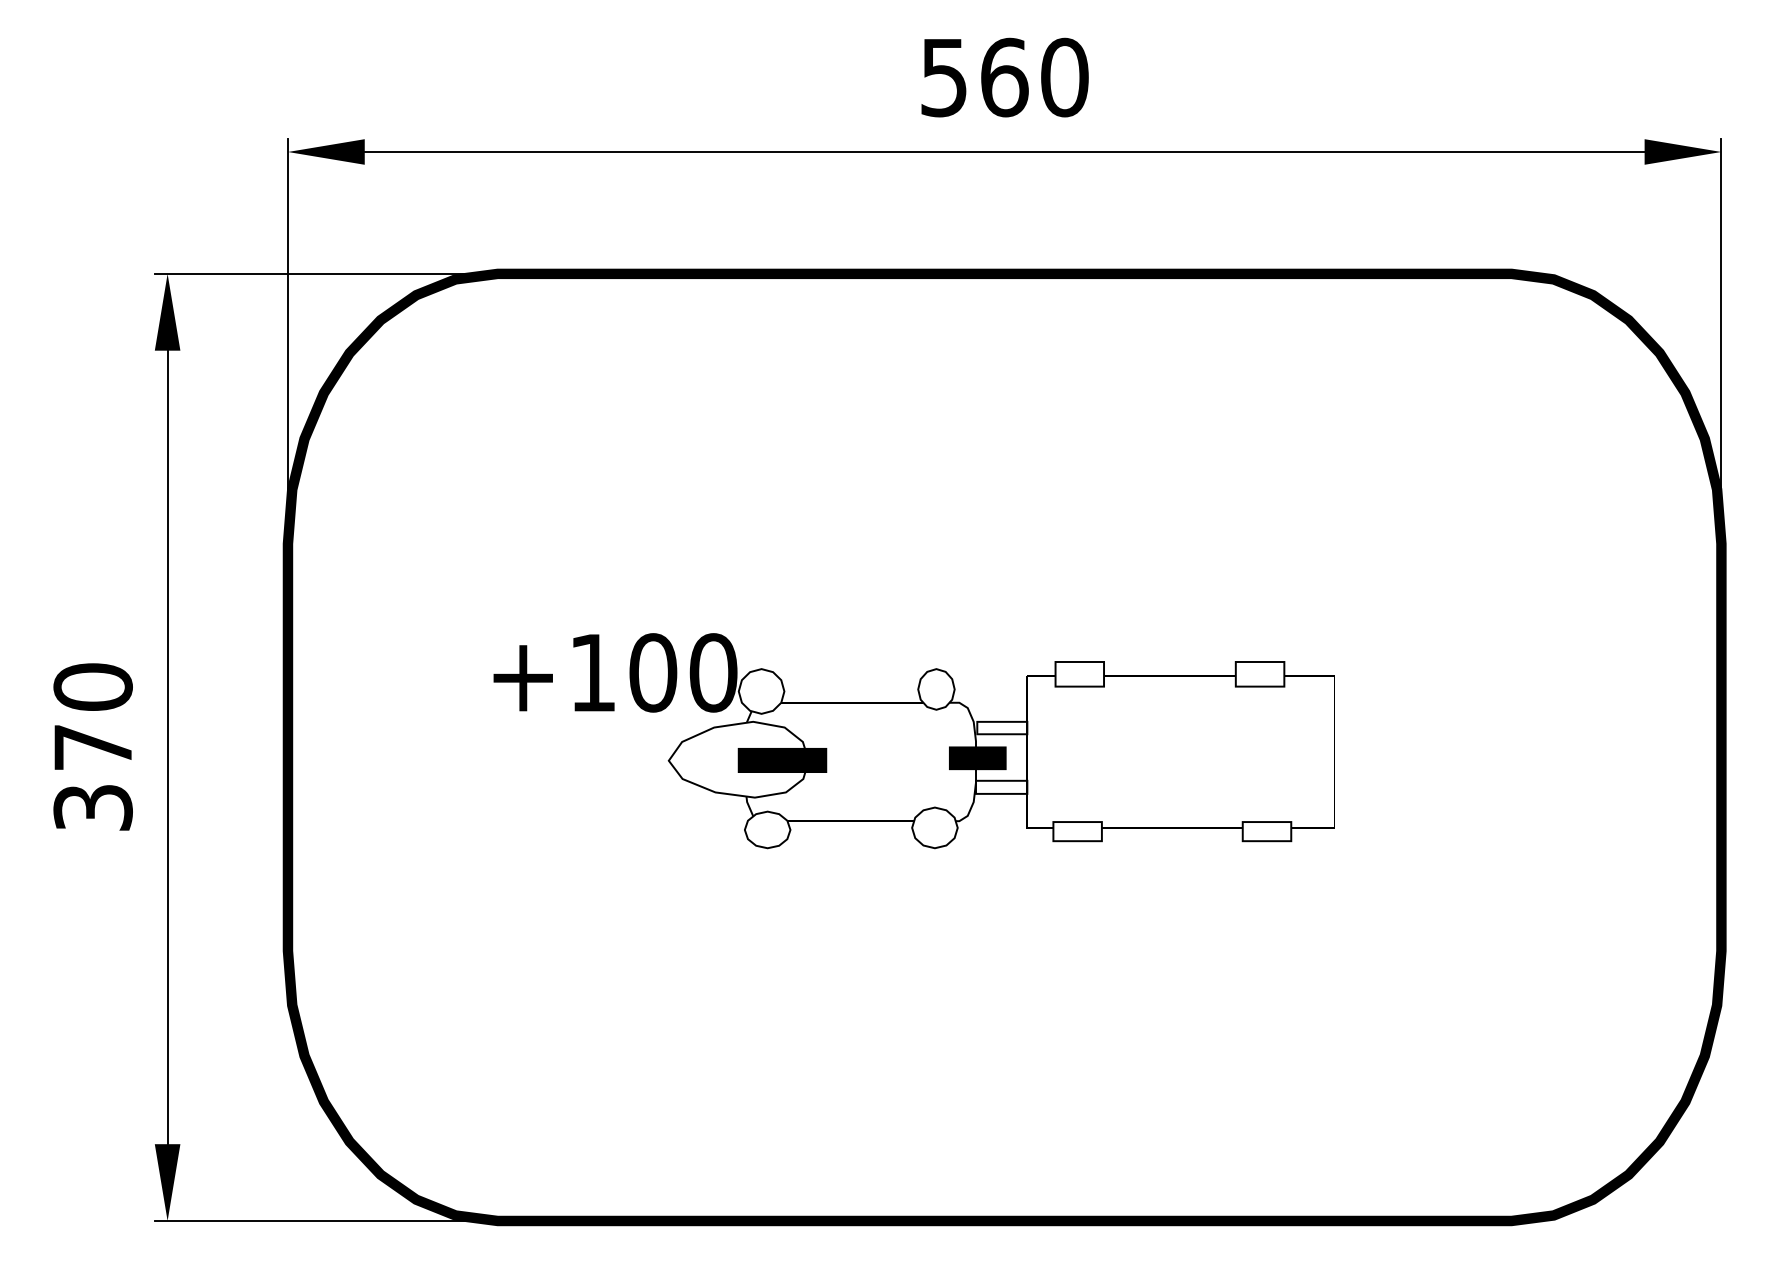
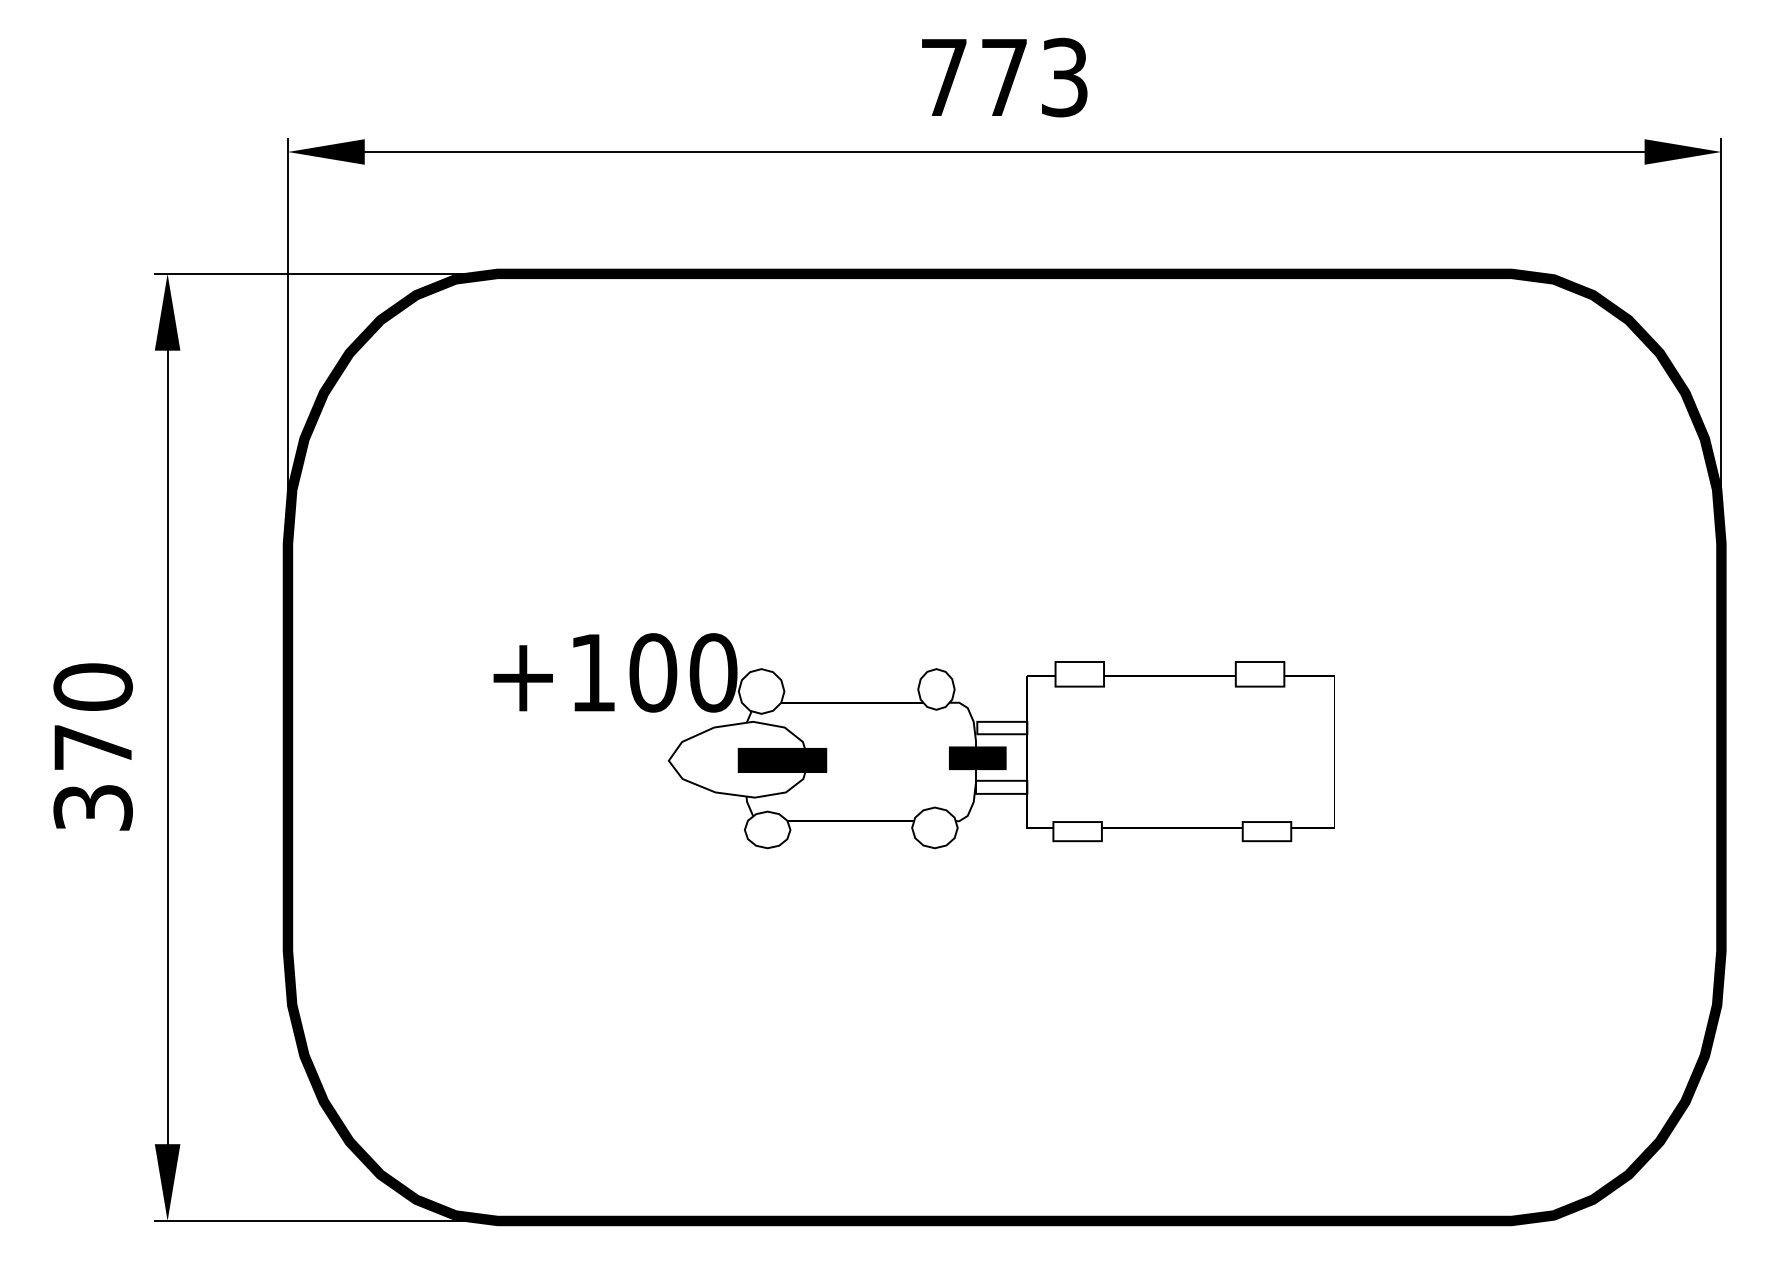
text at (1004, 77): 560 -> 773
